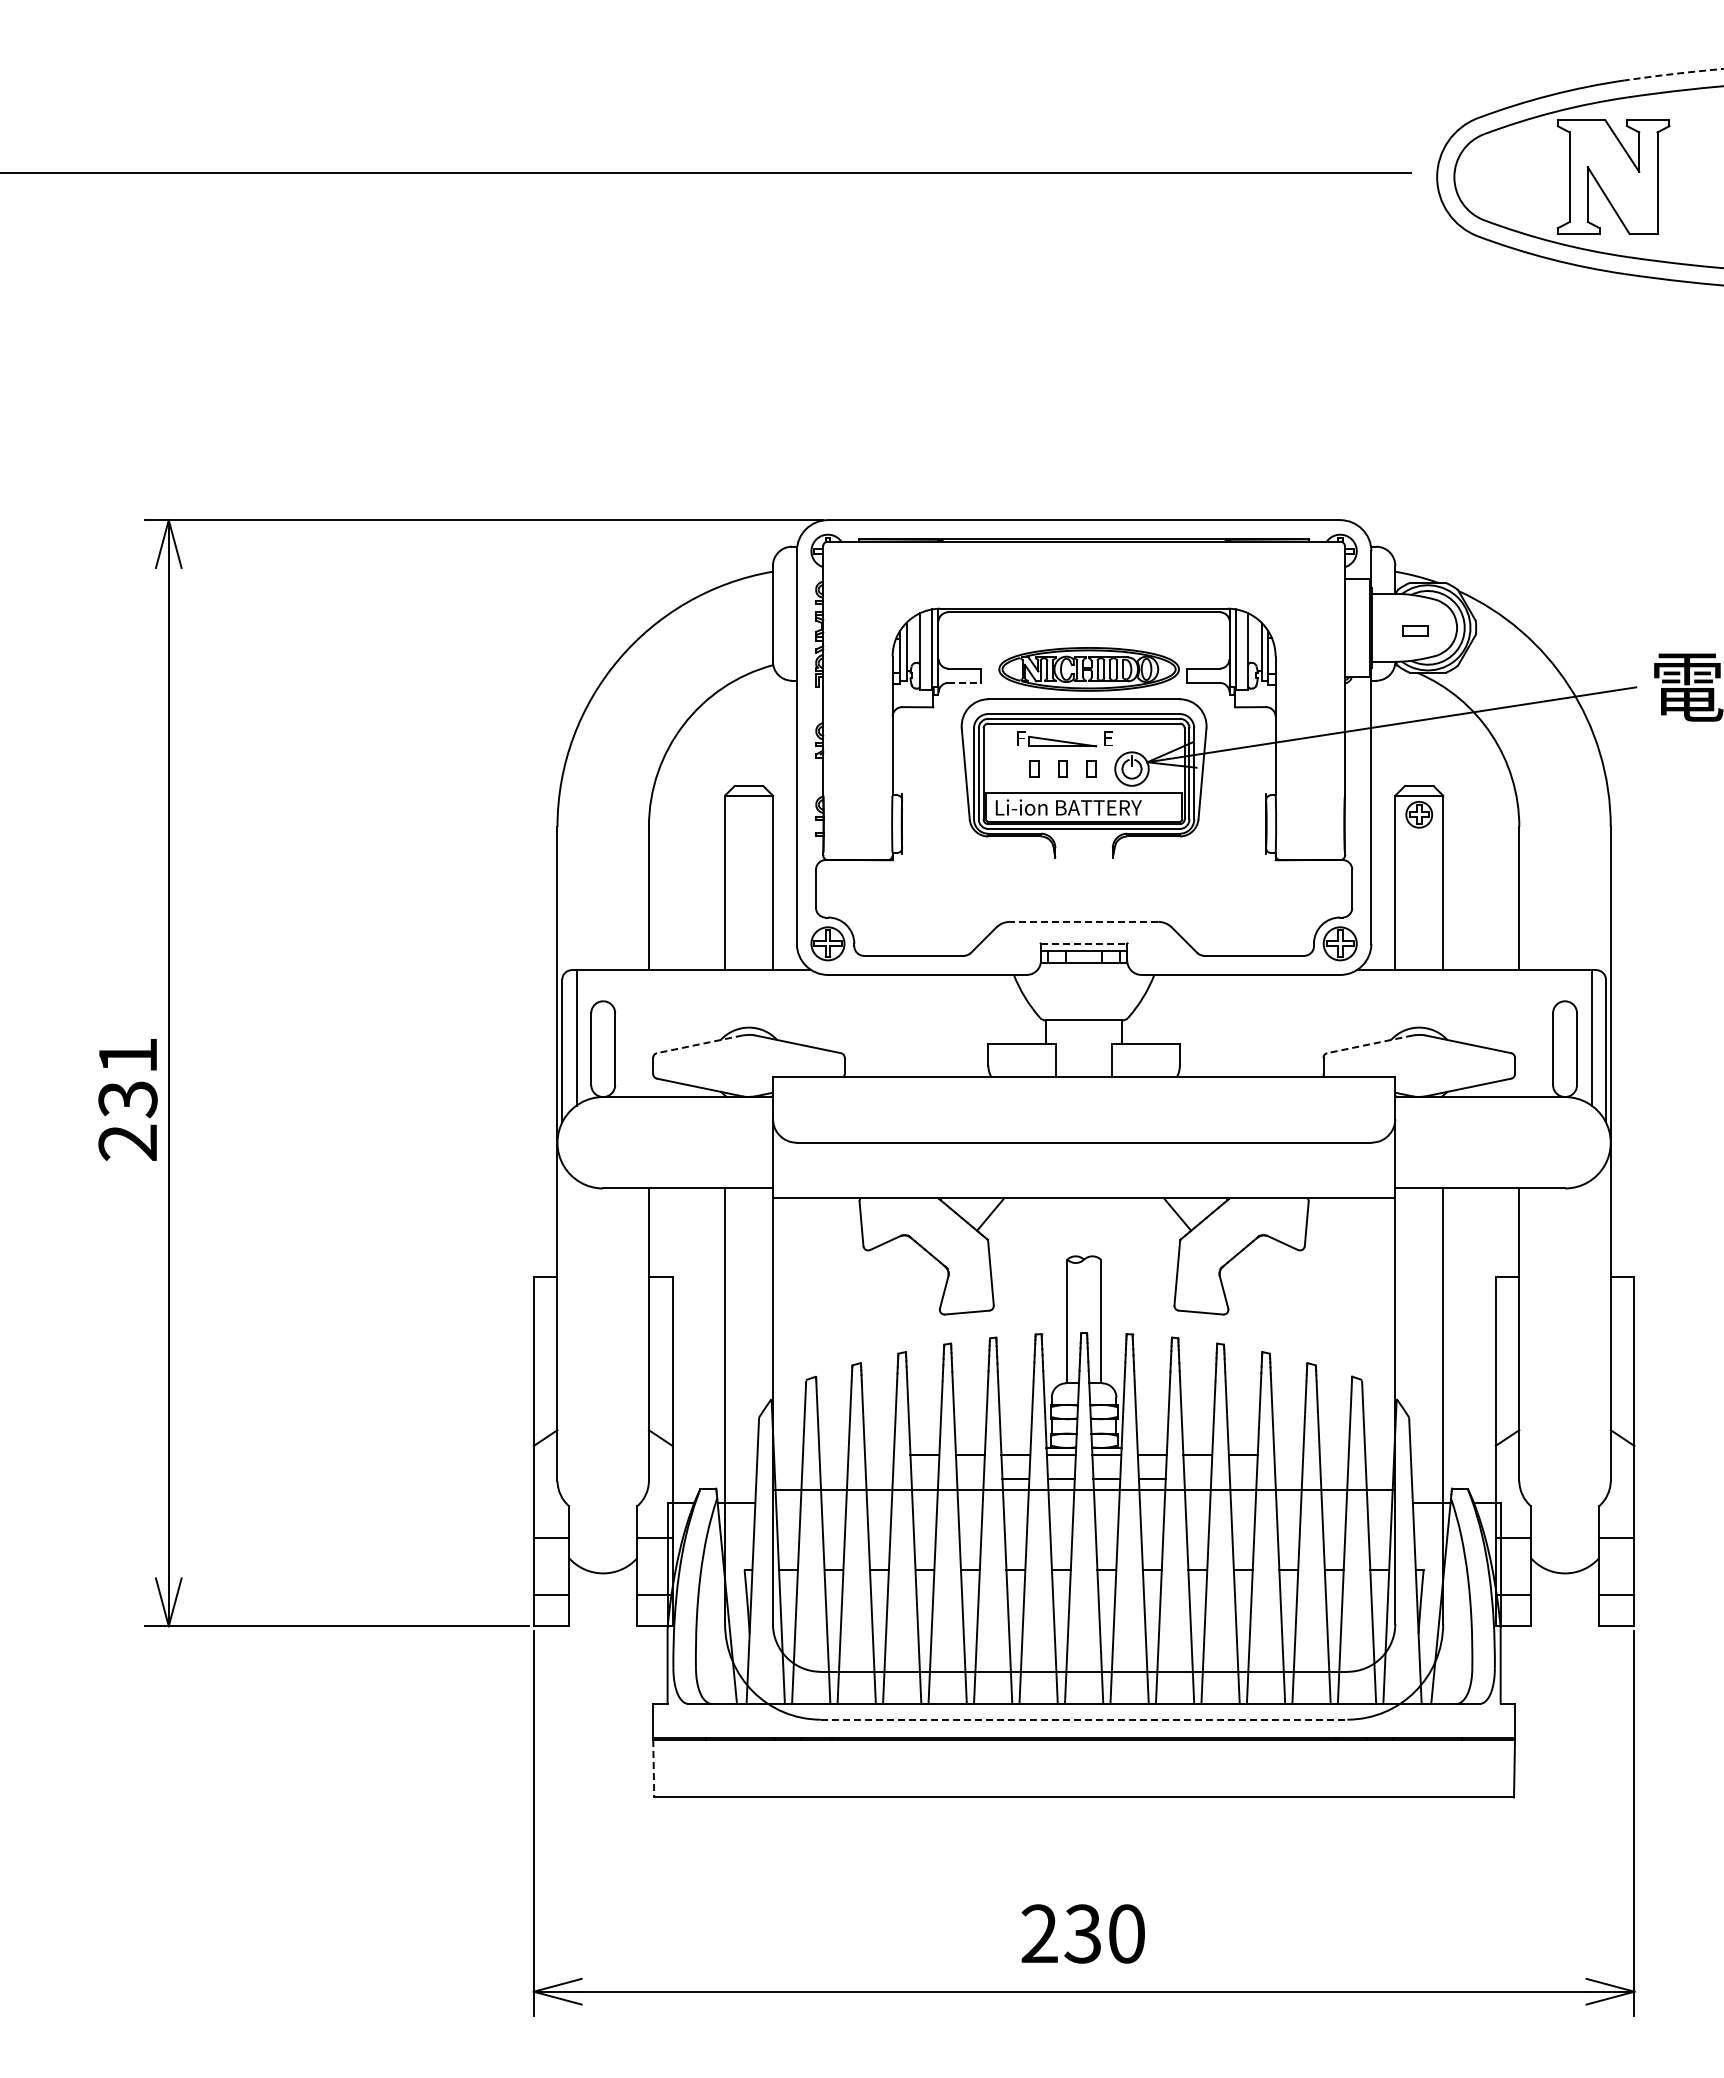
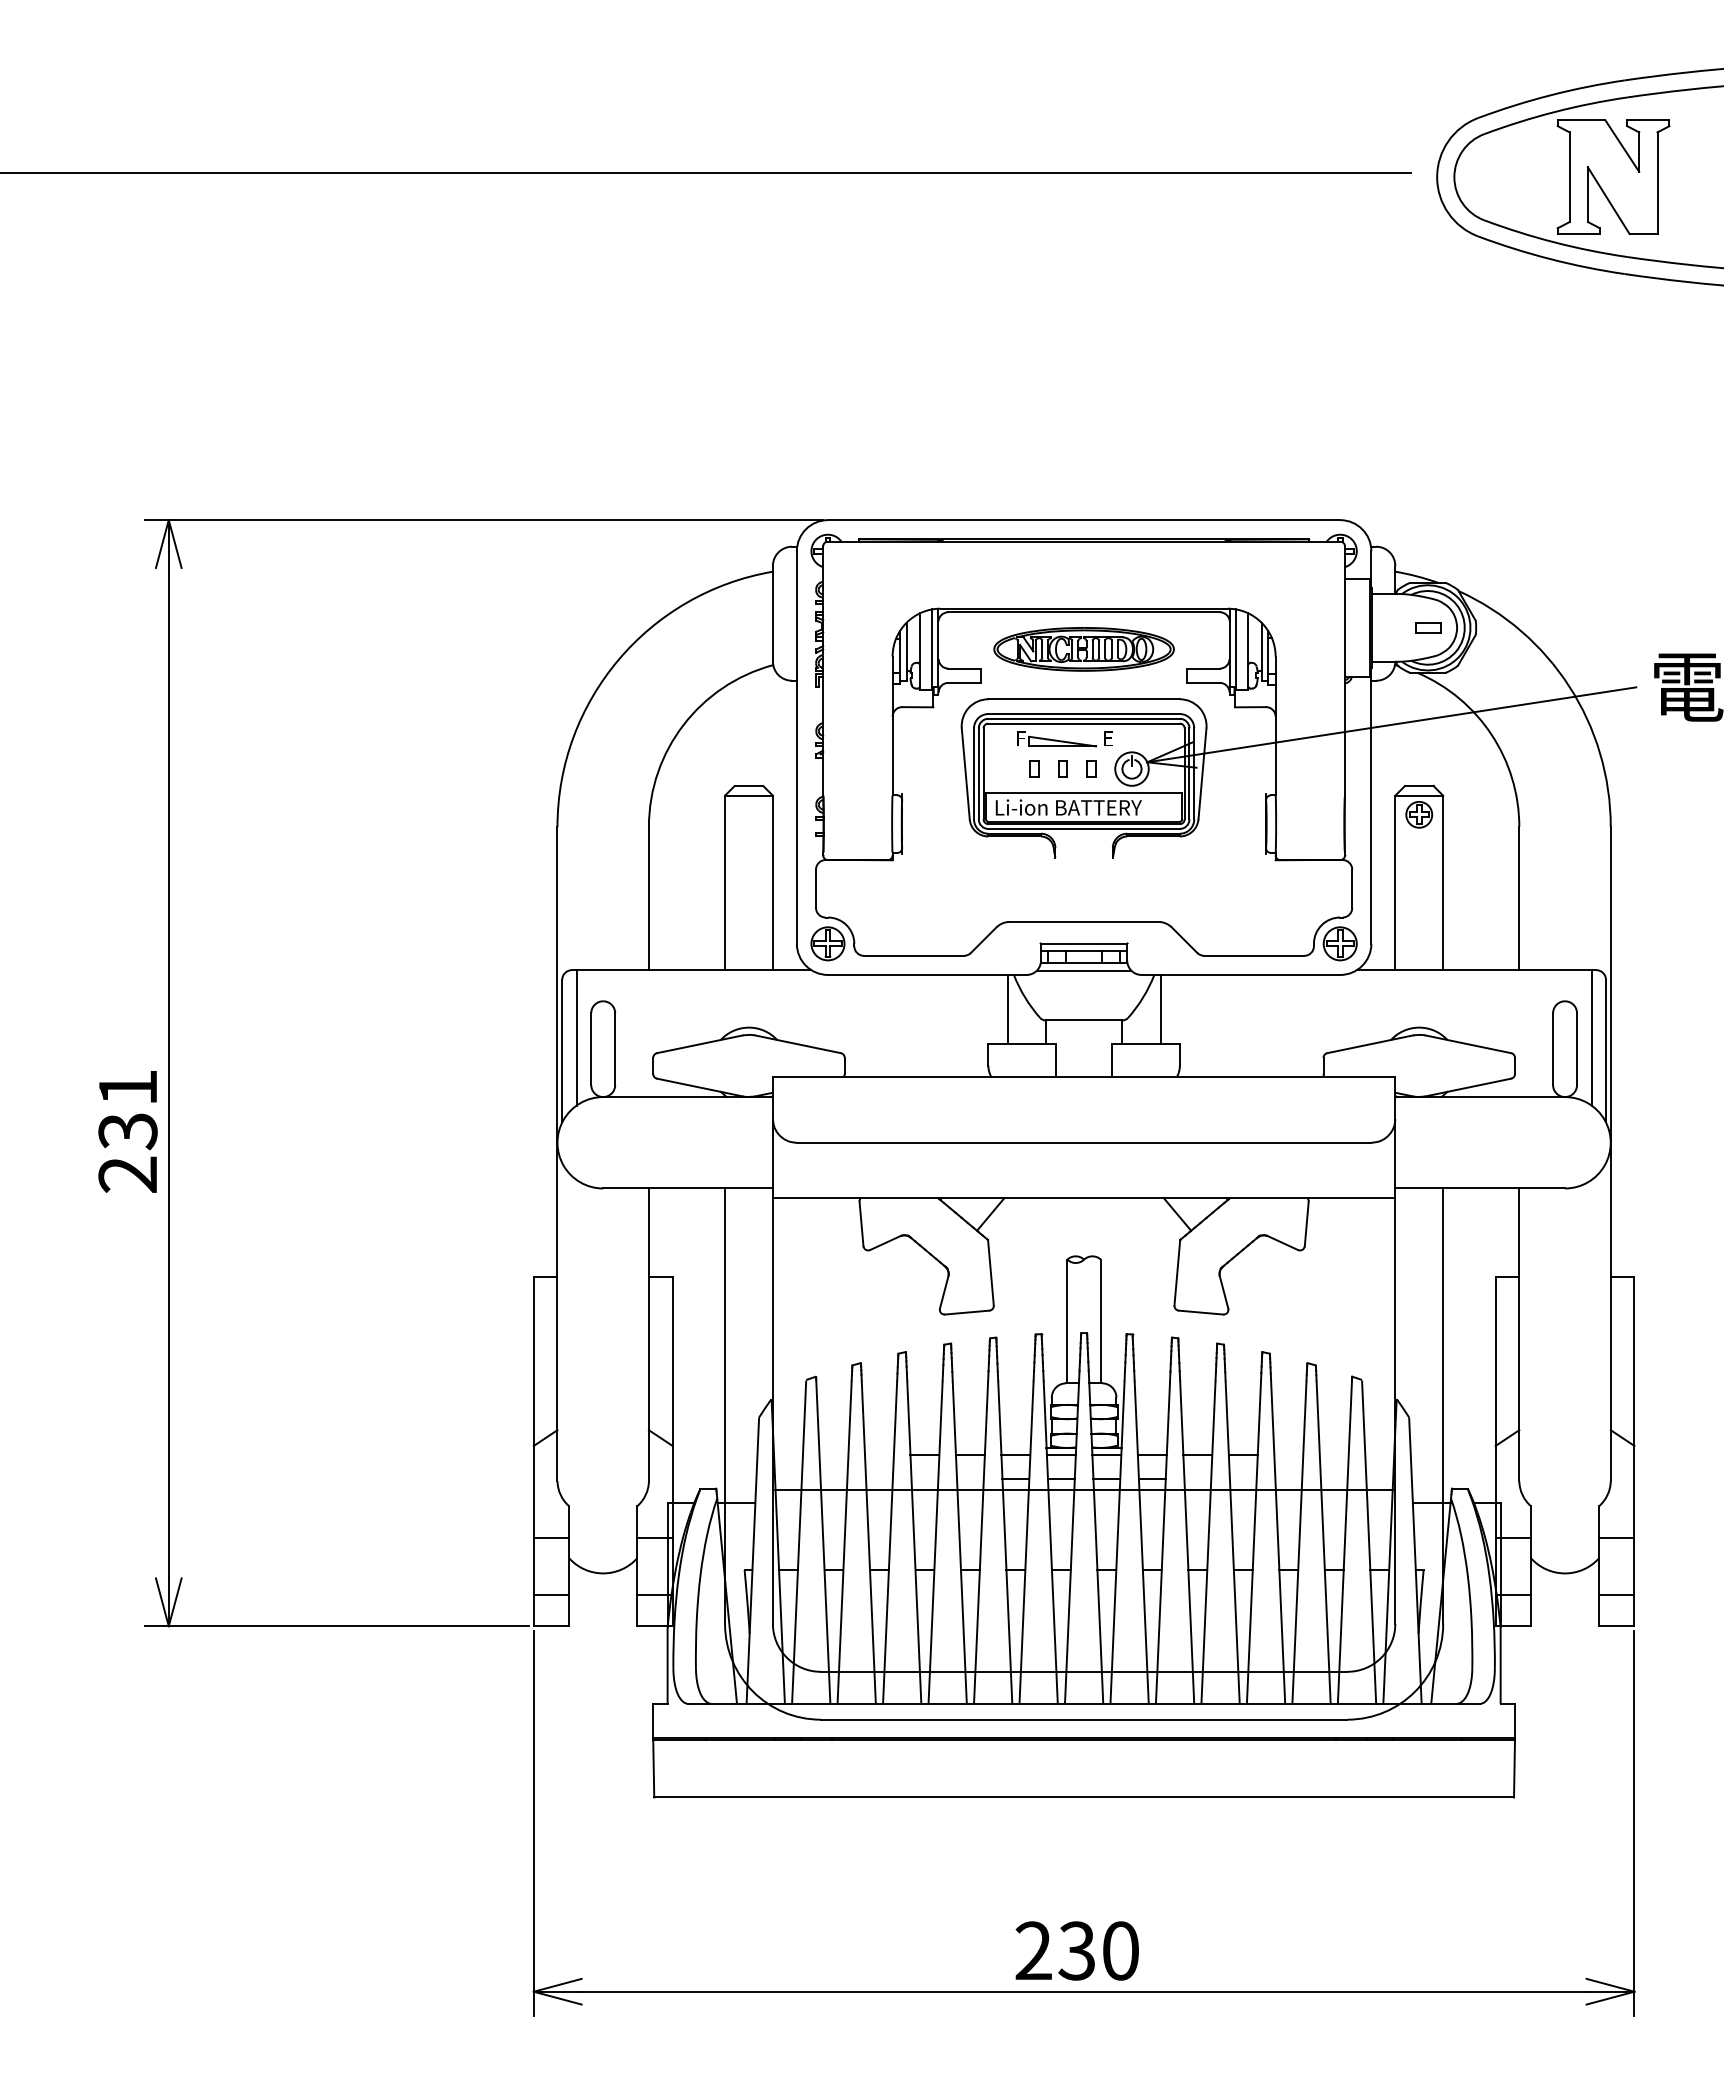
arc at (1673, 74): dashed -> solid
part at (1415, 630) position: (1415, 630) -> (1428, 627)
part at (1088, 669) position: (1088, 669) -> (1083, 649)
line at (965, 682): dashed -> solid
line at (1083, 921): dashed -> solid
line at (1084, 943): dashed -> solid
line at (1083, 970): none -> present
line at (1007, 1009): none -> present
line at (1160, 1009): none -> present
line at (699, 1044): dashed -> solid
line at (1370, 1044): dashed -> solid
text at (127, 1099) position: (127, 1099) -> (127, 1131)
line at (1084, 1719): dashed -> solid
line at (653, 1768): dashed -> solid
text at (1082, 1933) position: (1082, 1933) -> (1076, 1950)
